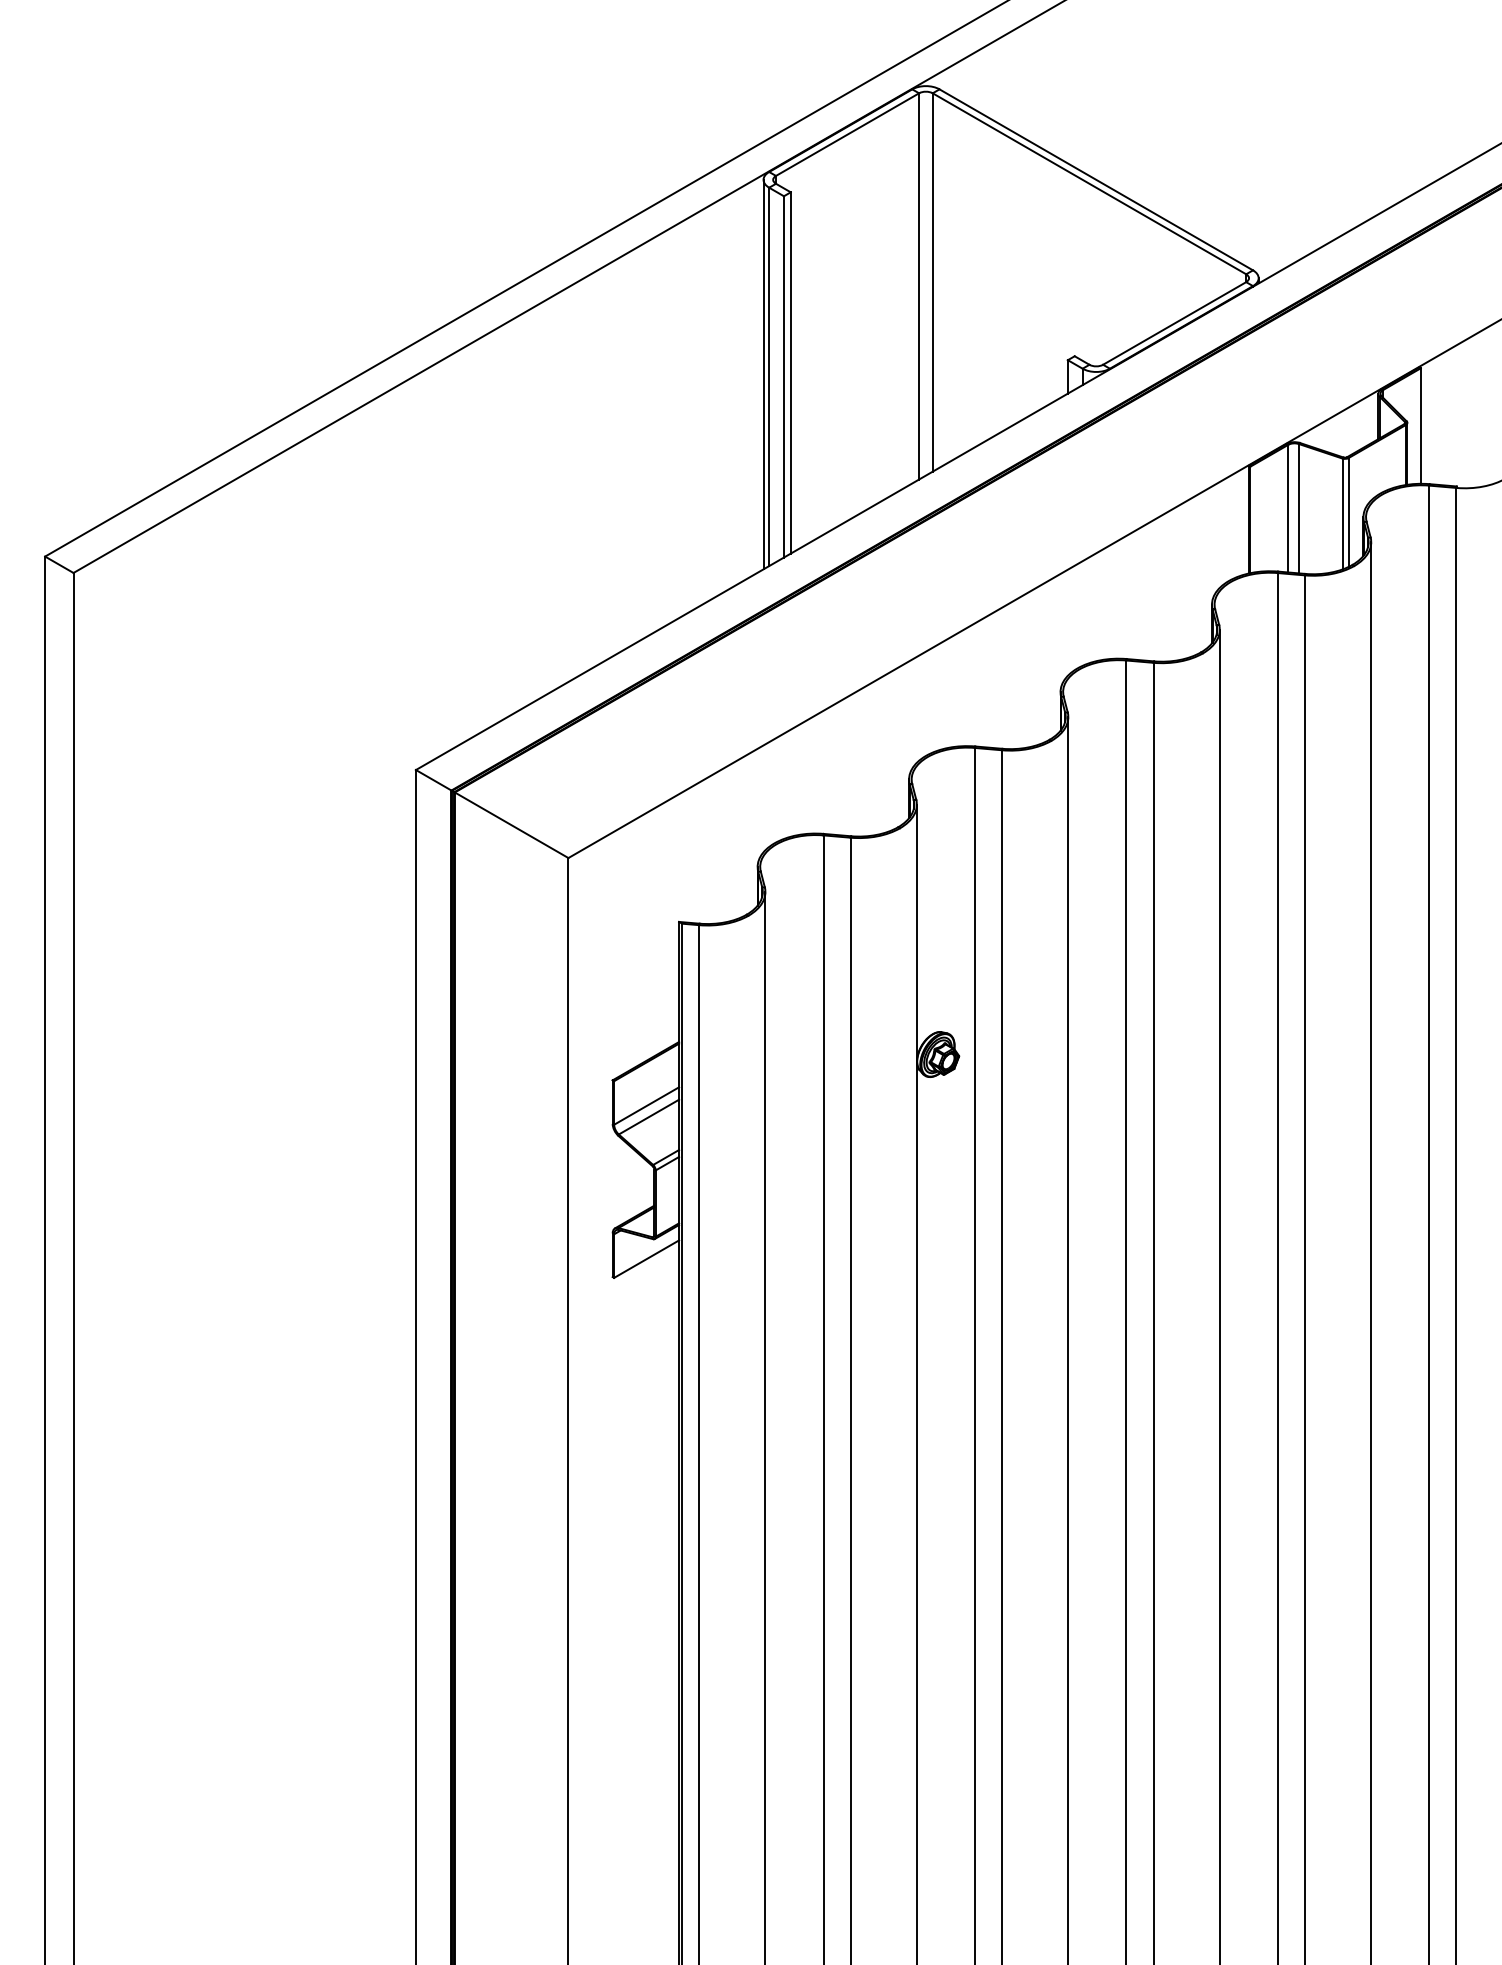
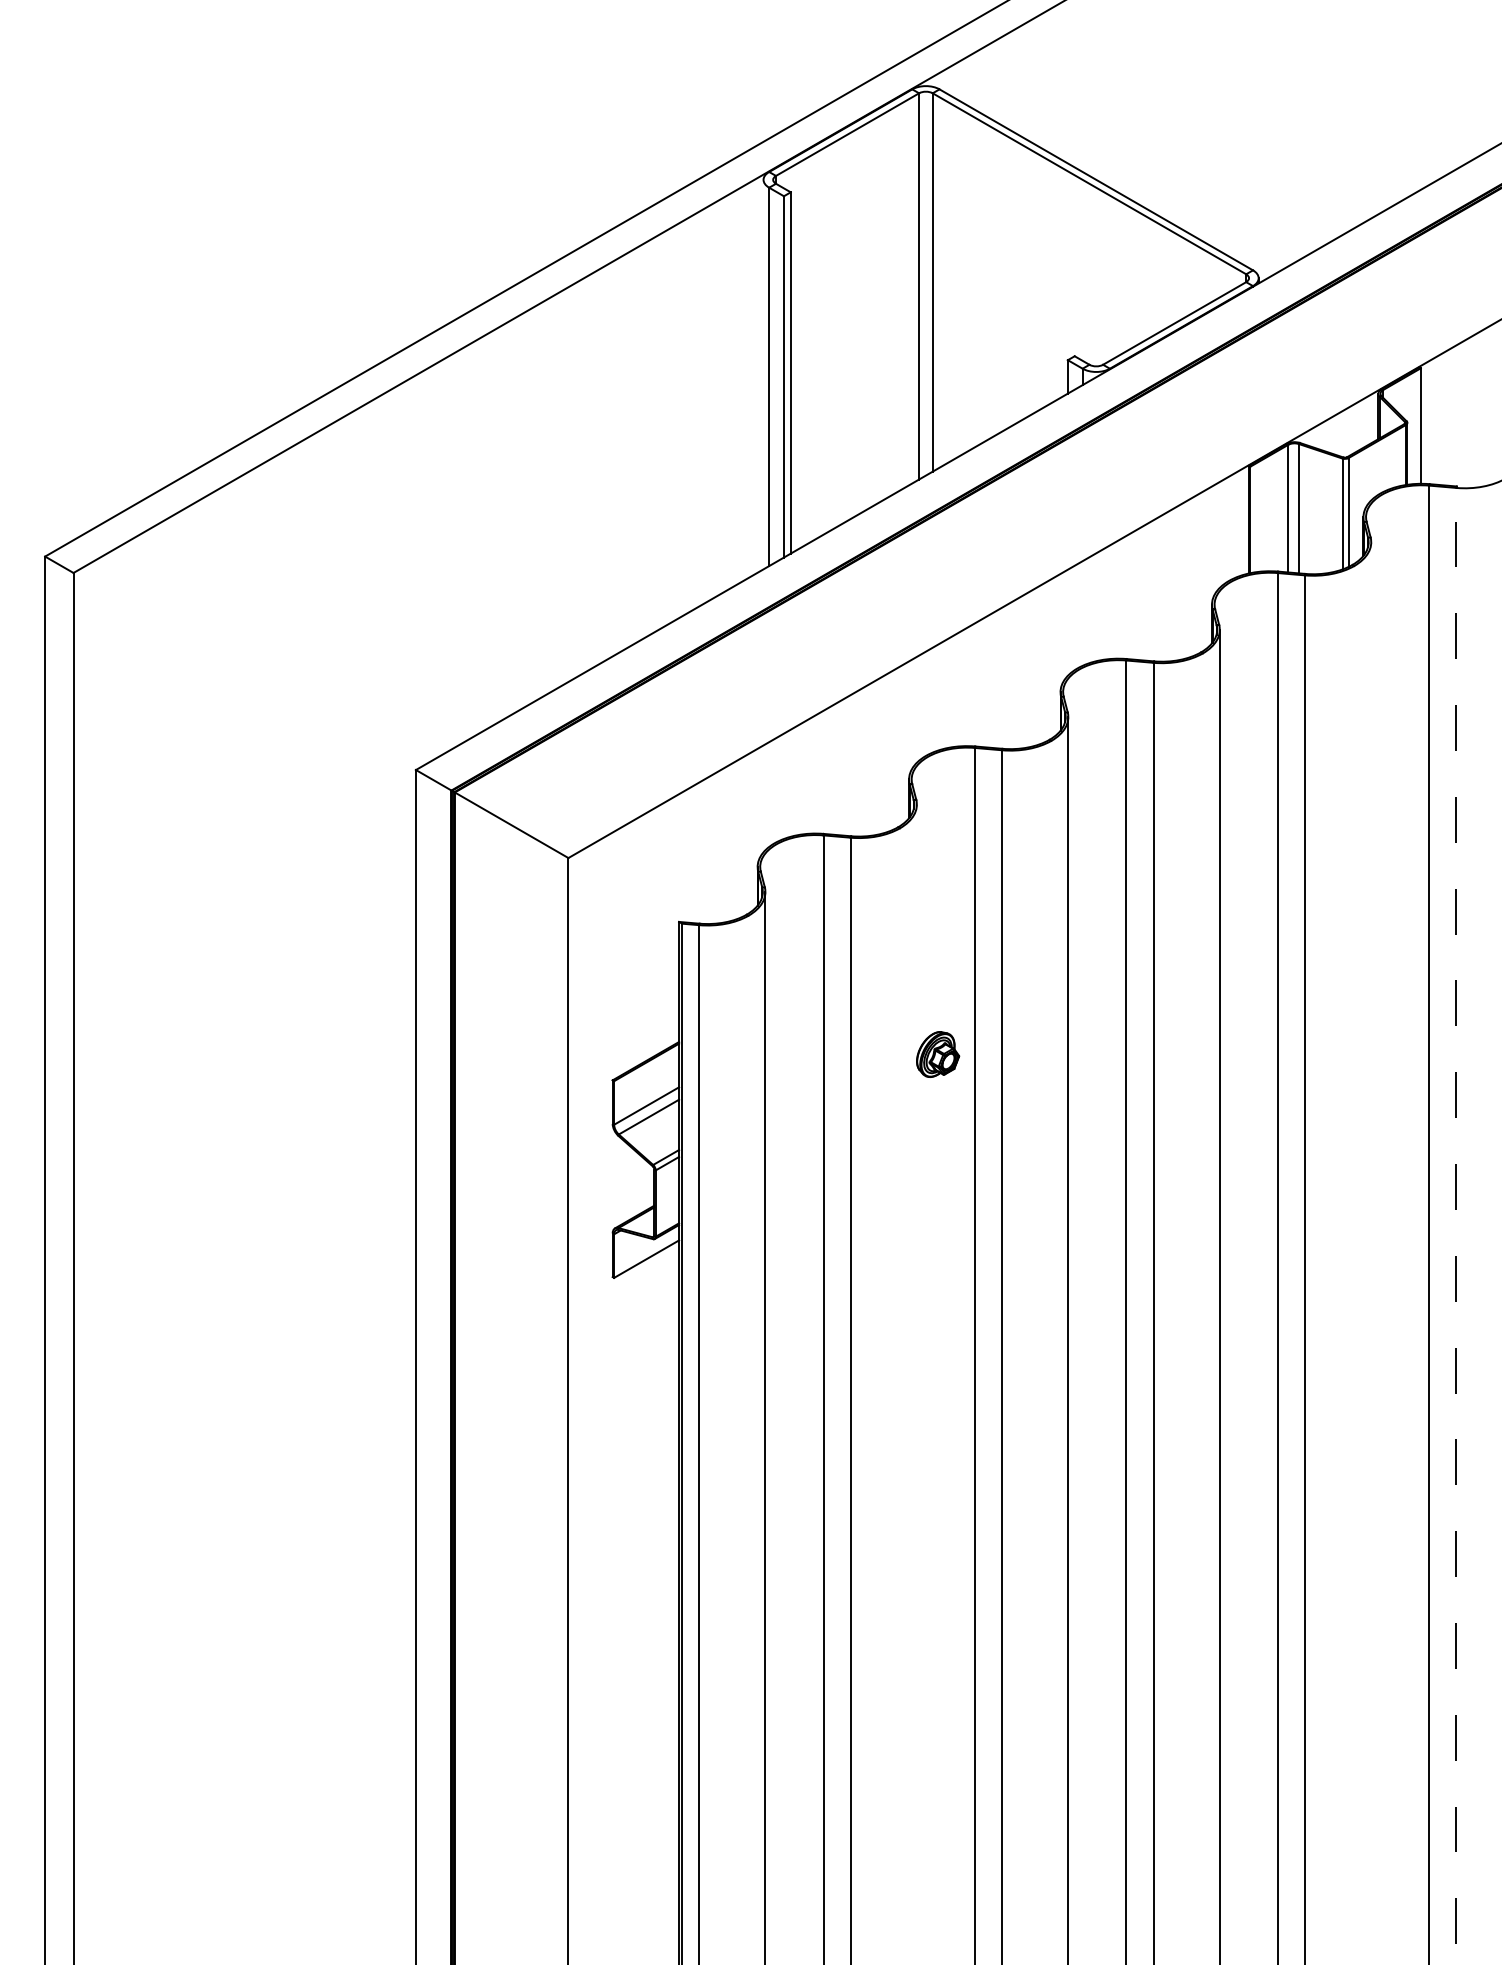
line at (763, 374): present -> none
line at (1456, 1225): solid -> dashed
line at (1371, 1251): present -> none
line at (916, 1382): present -> none
